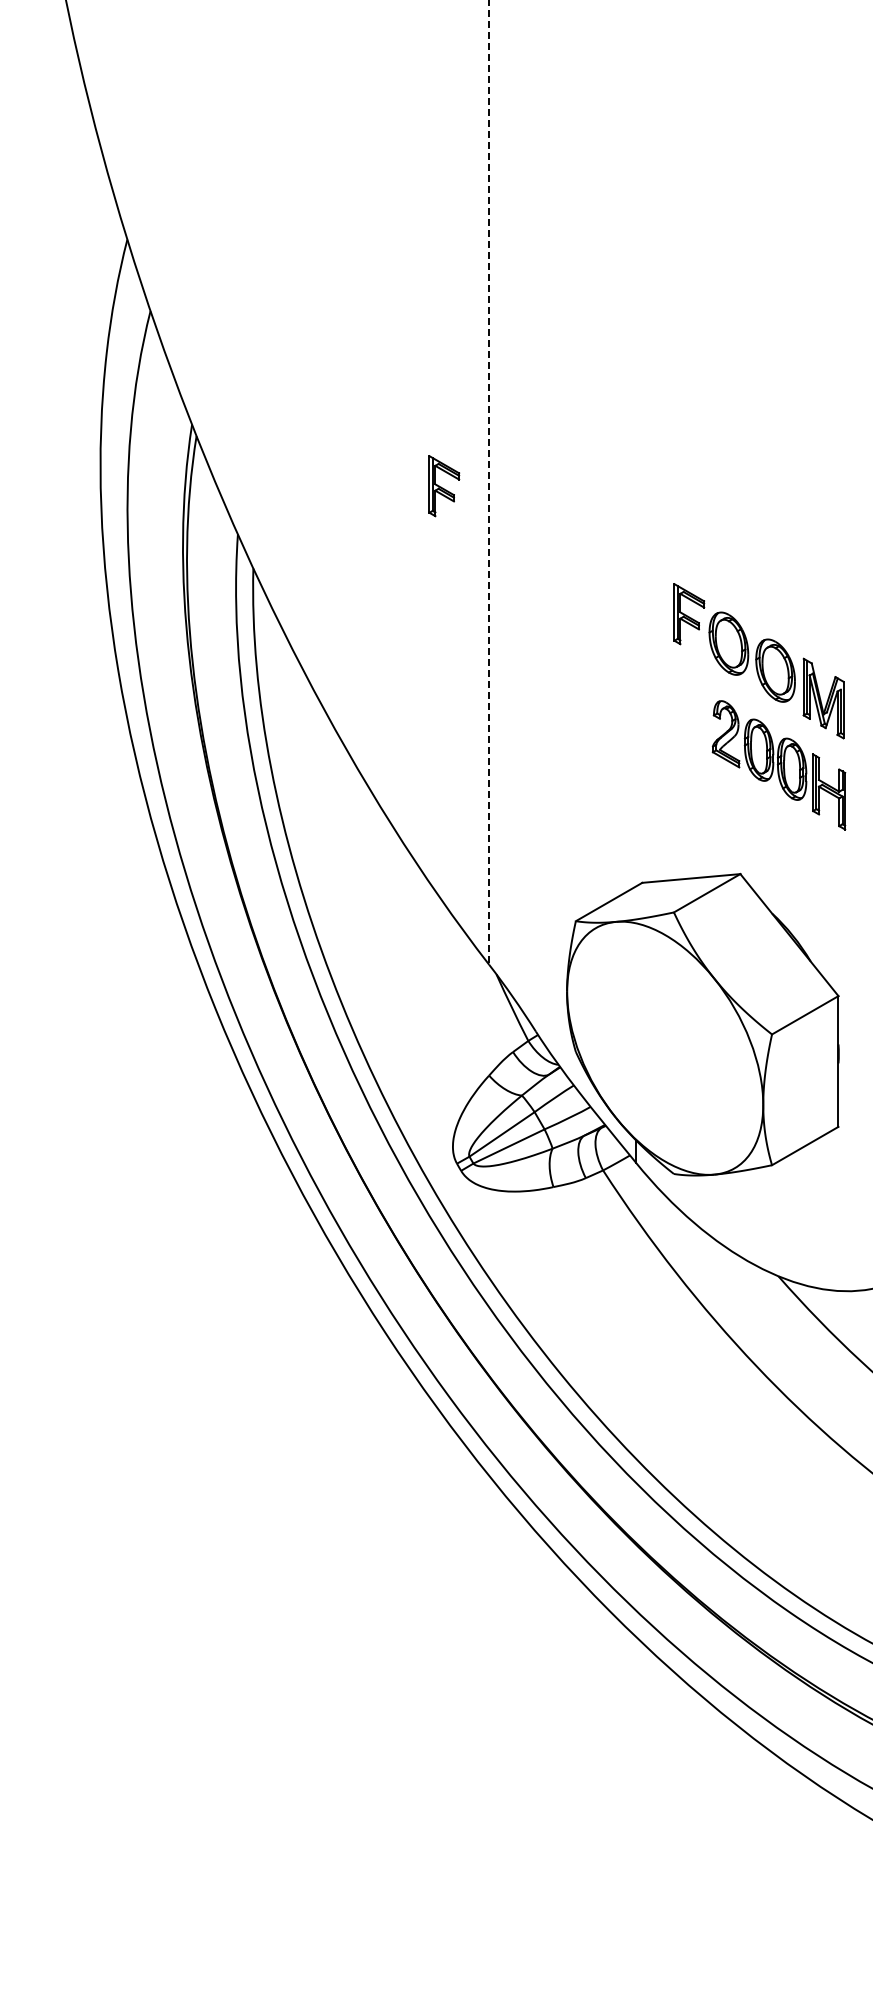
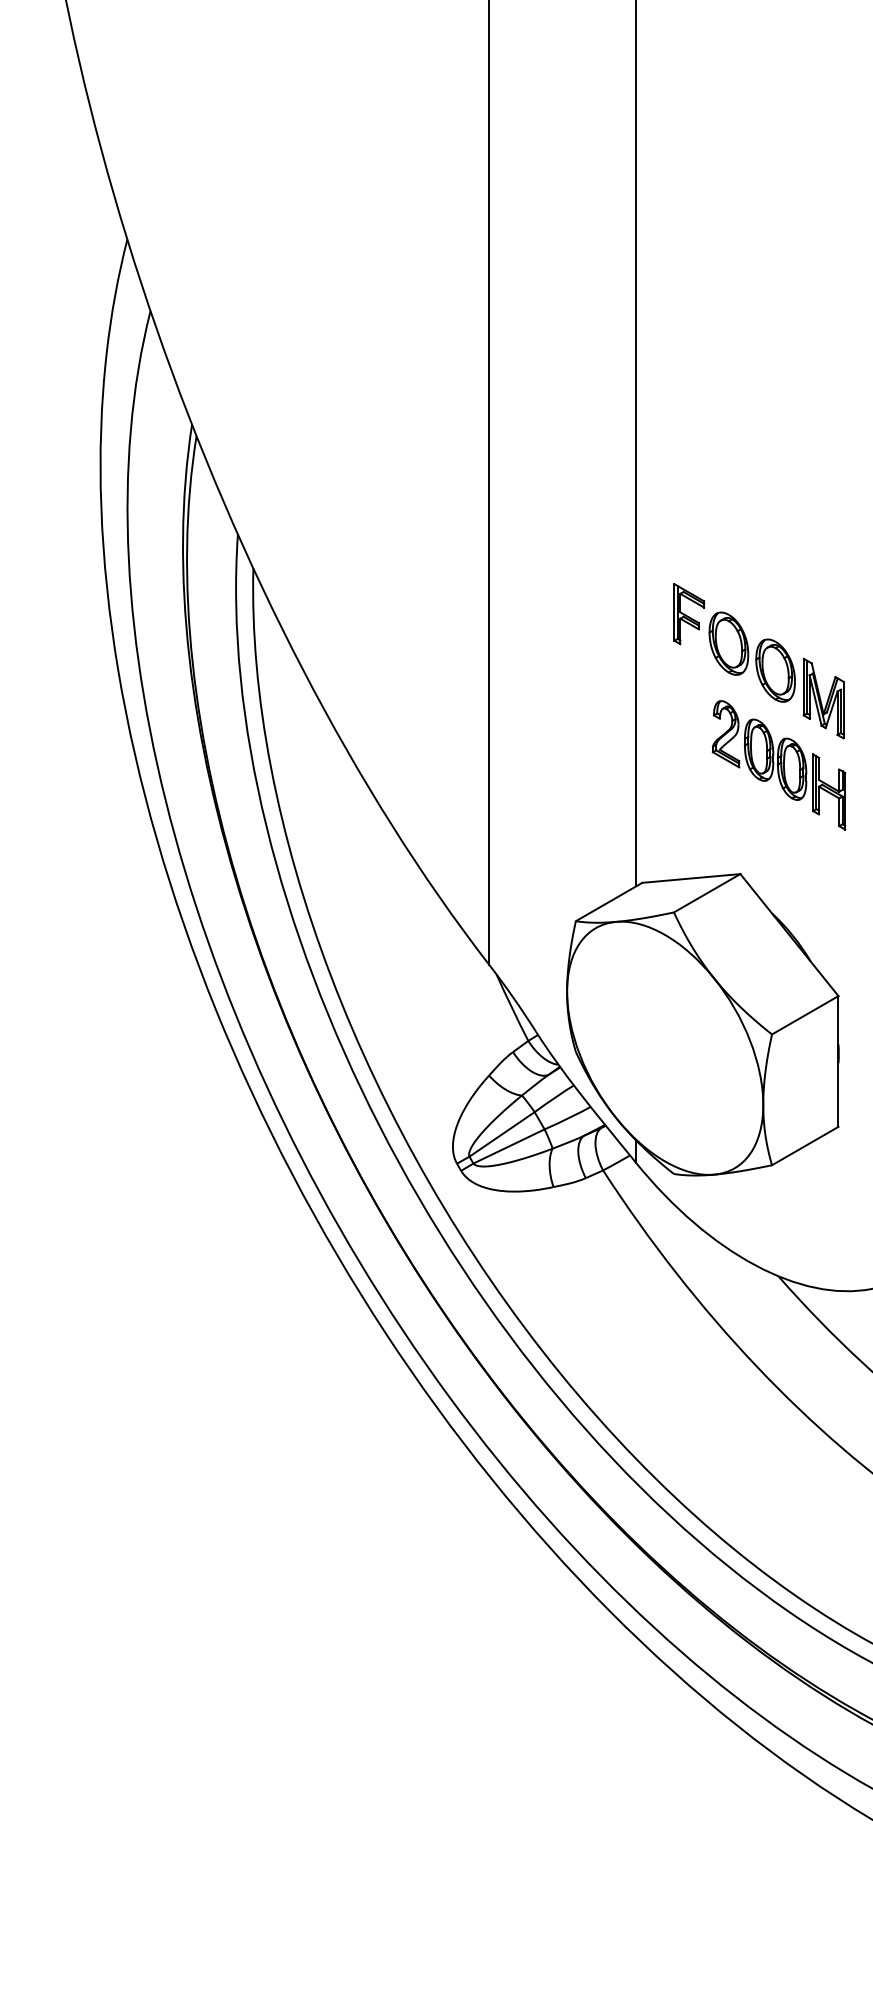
line at (636, 444): none -> present
line at (489, 483): dashed -> solid
part at (444, 486): present -> none
